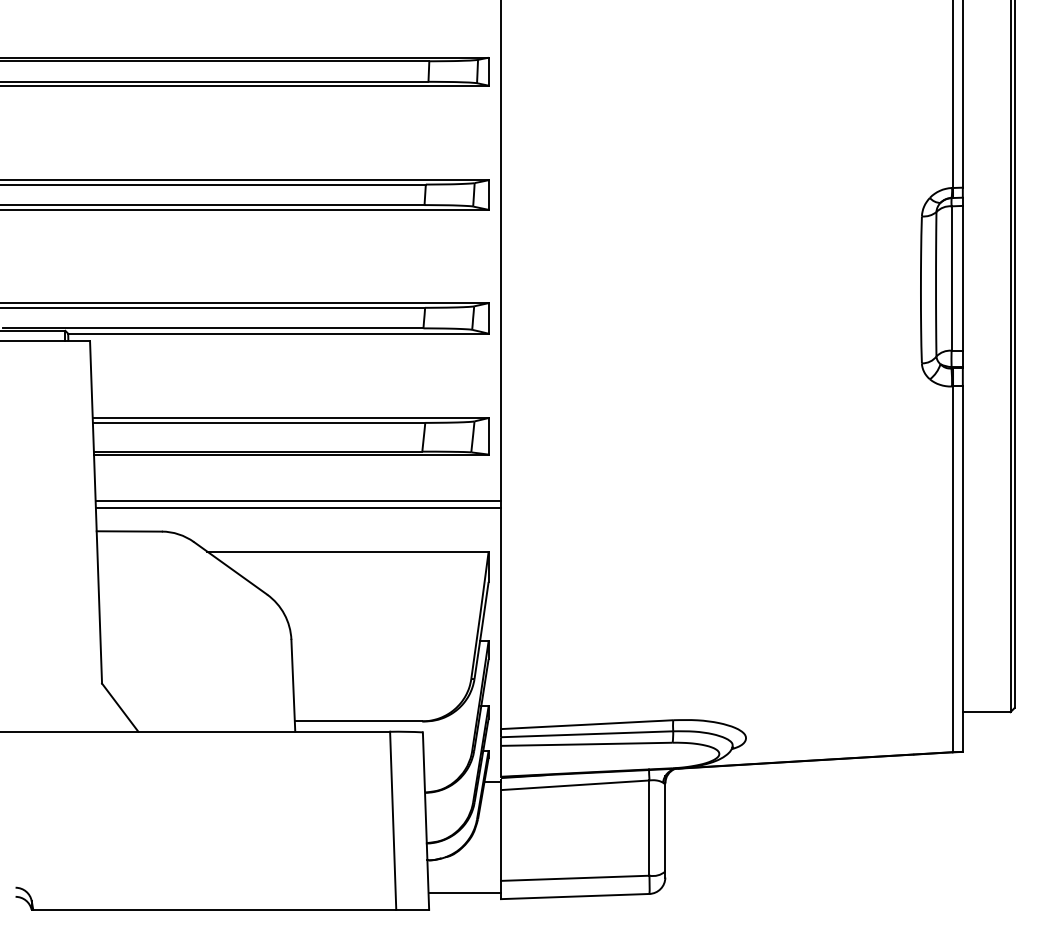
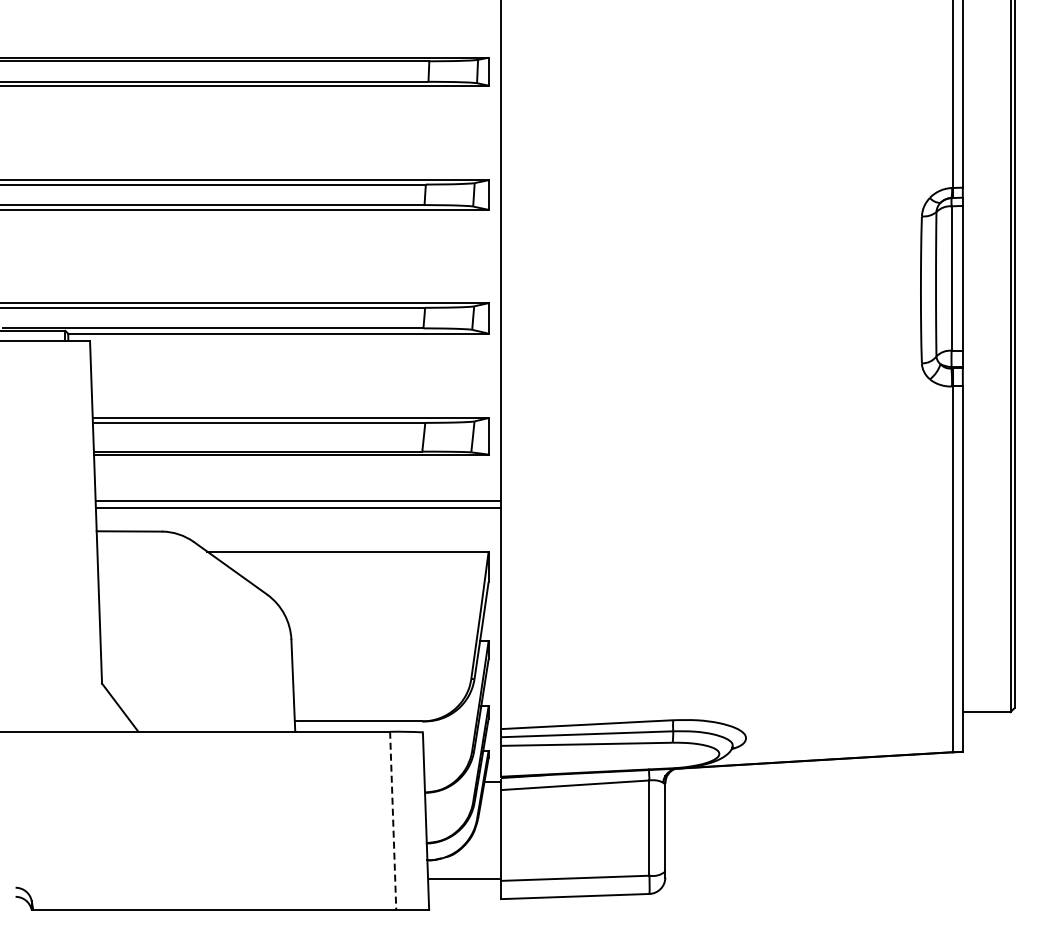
line at (393, 821): solid -> dashed
line at (464, 893) position: (464, 893) -> (464, 879)
